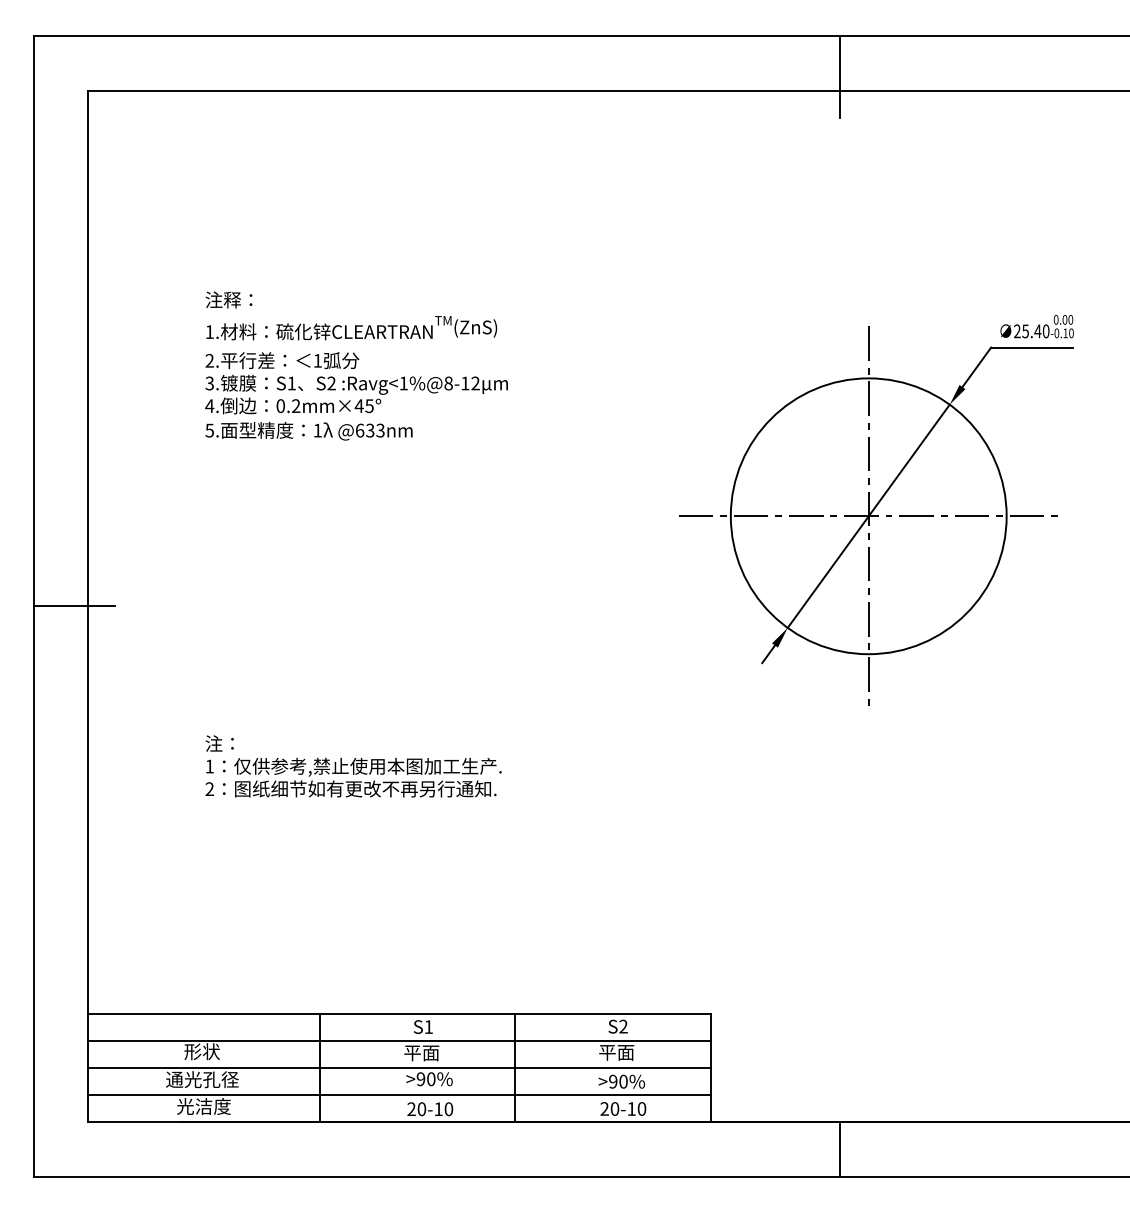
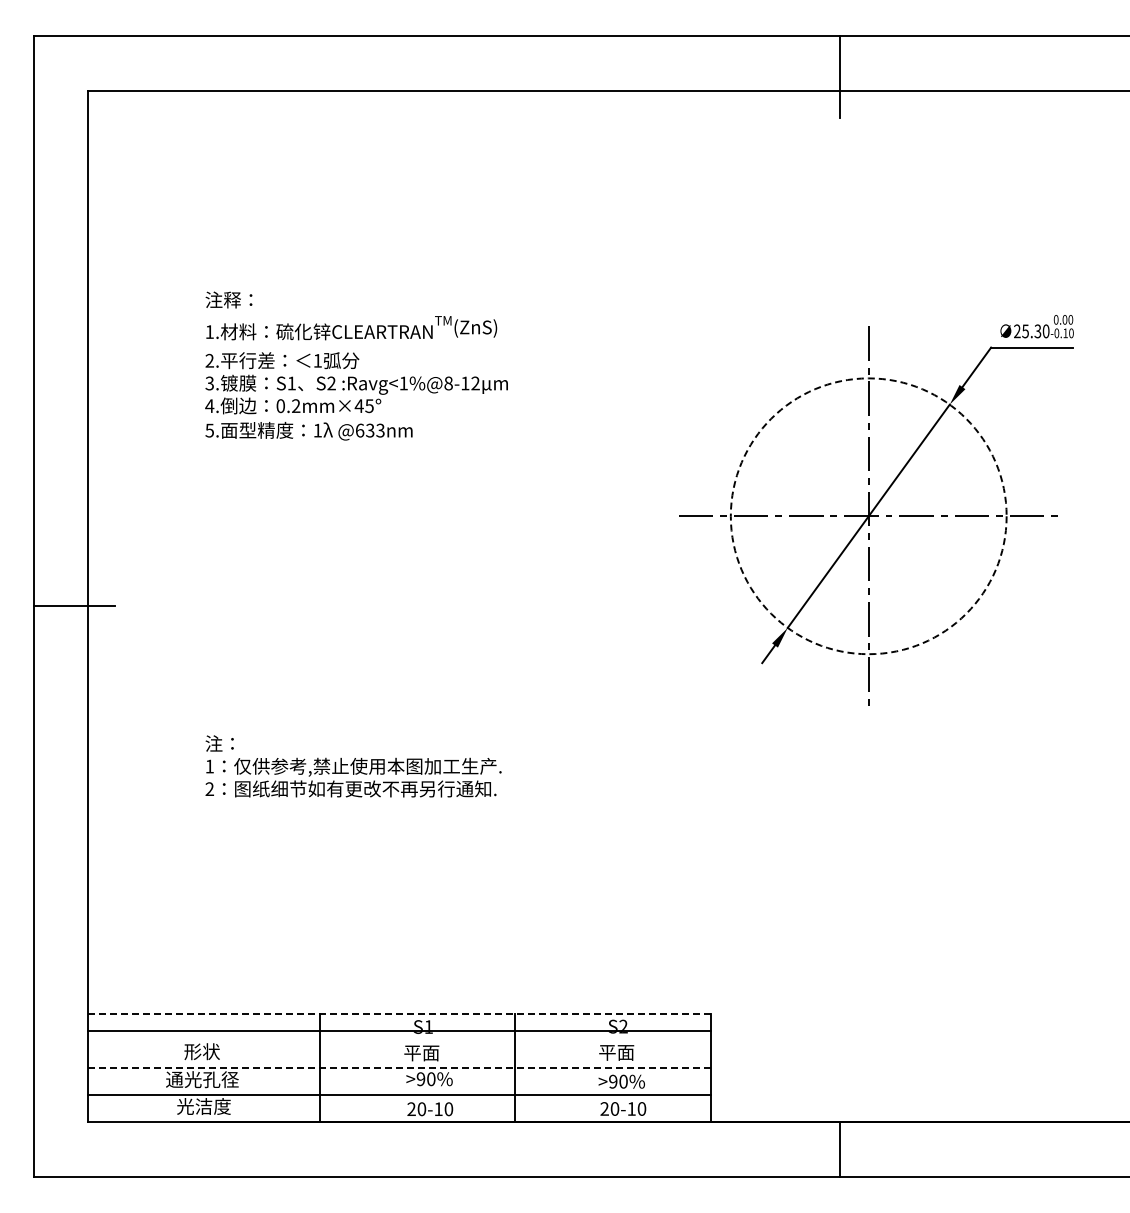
text at (1037, 331): 25.40 -> 25.30
circle at (868, 516): solid -> dashed
line at (399, 1013): solid -> dashed
line at (399, 1040) position: (399, 1040) -> (399, 1030)
line at (399, 1068): solid -> dashed
